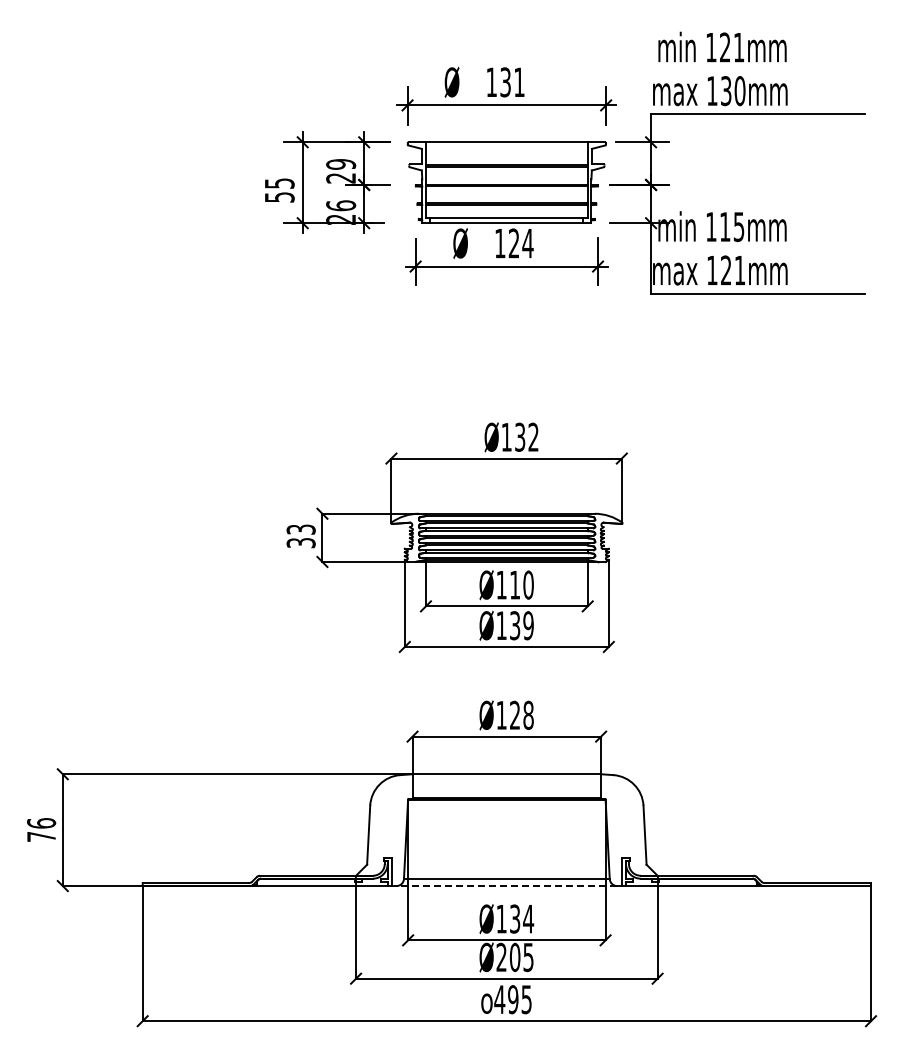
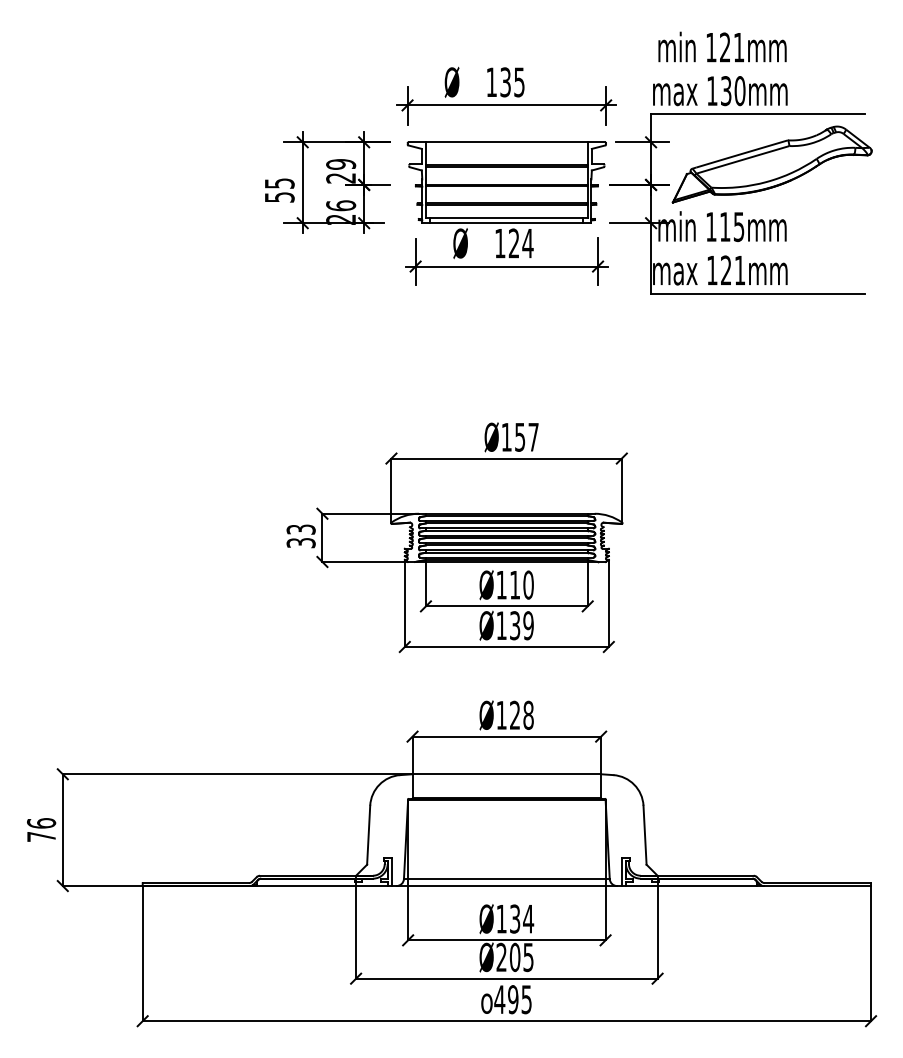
text at (519, 82): 131 -> 135
part at (771, 164): none -> present
text at (526, 436): Ø132 -> Ø157
line at (506, 886): dashed -> solid
